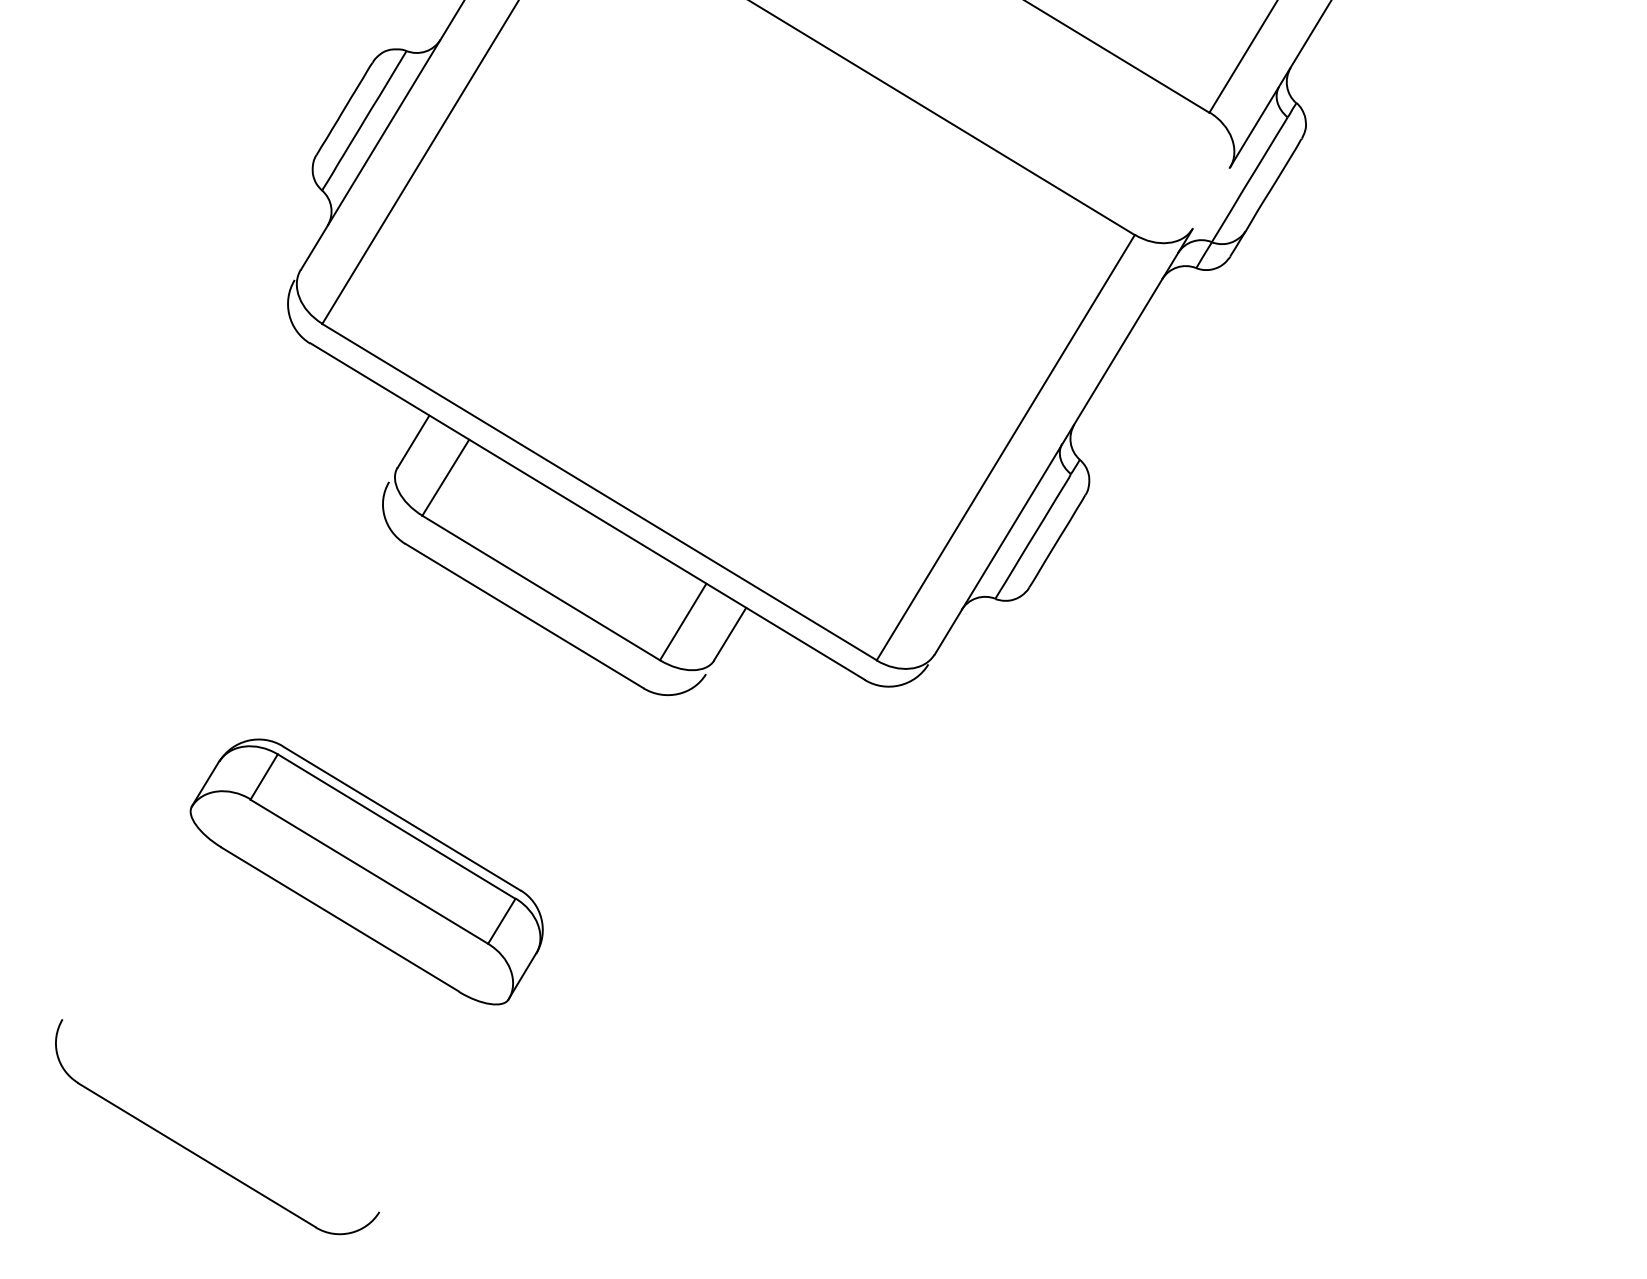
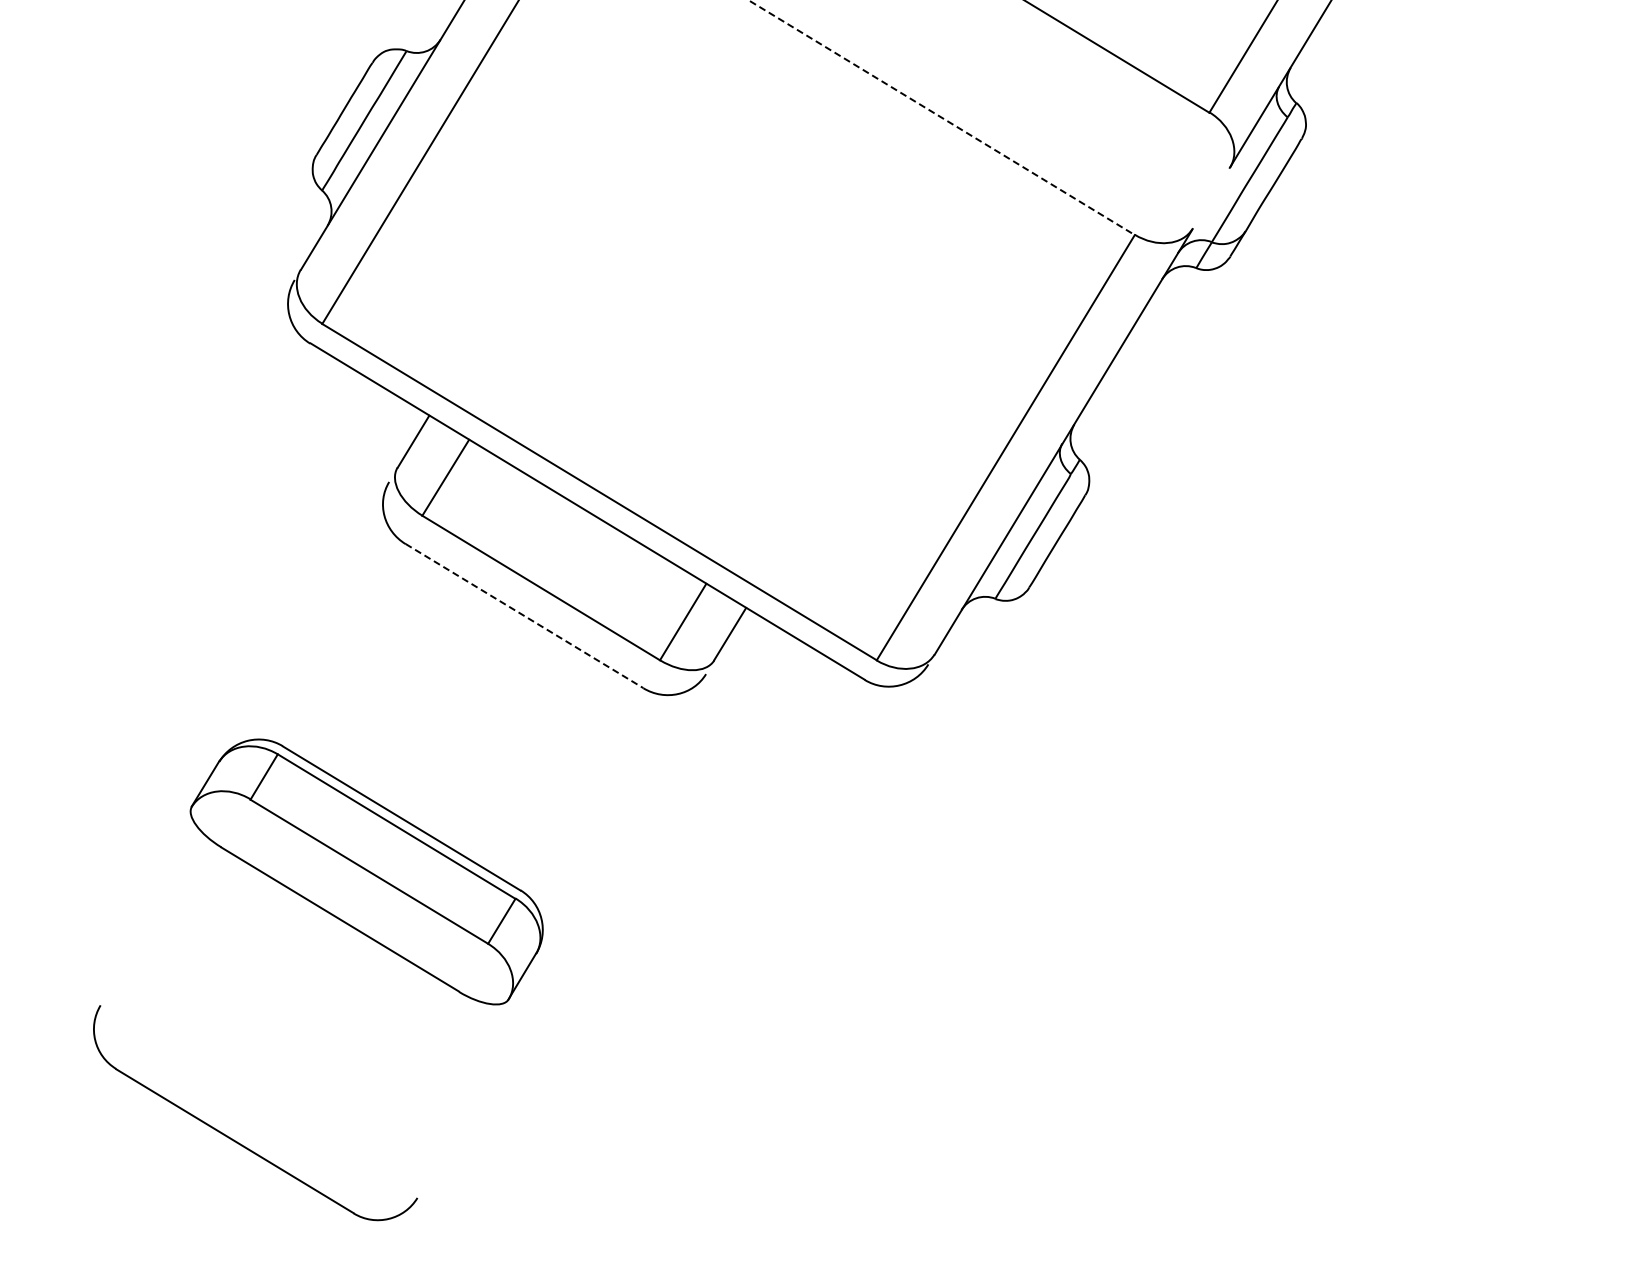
line at (941, 117): solid -> dashed
line at (524, 616): solid -> dashed
part at (201, 1156) position: (201, 1156) -> (239, 1142)
